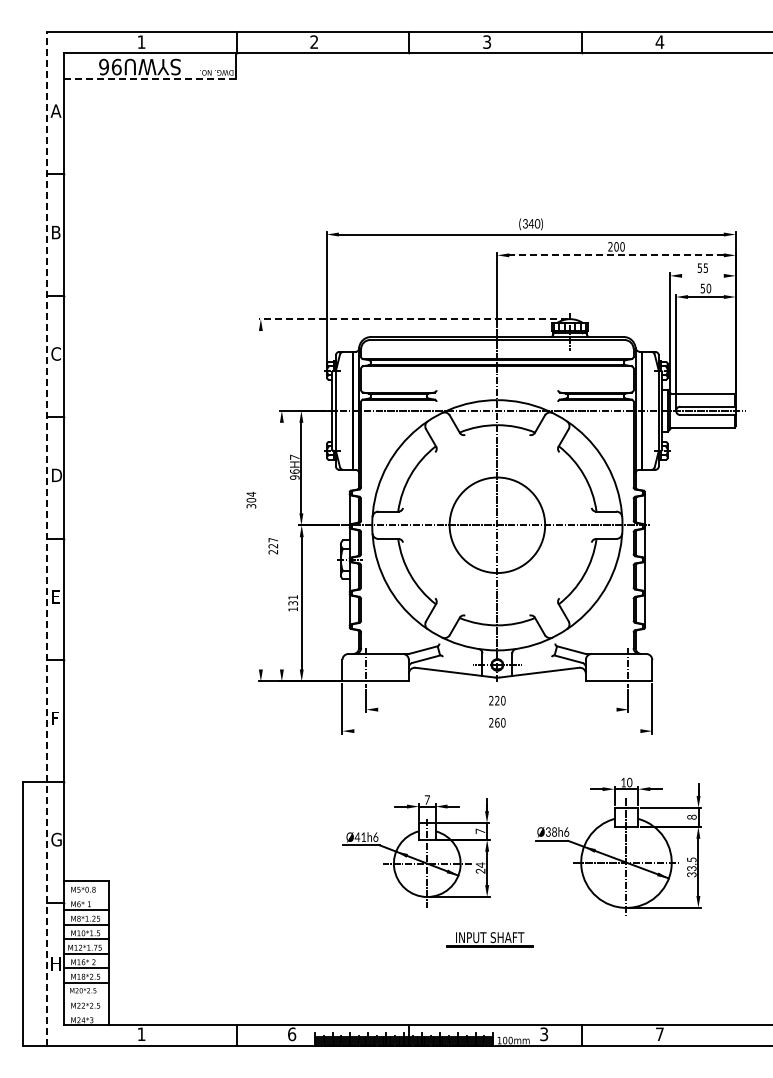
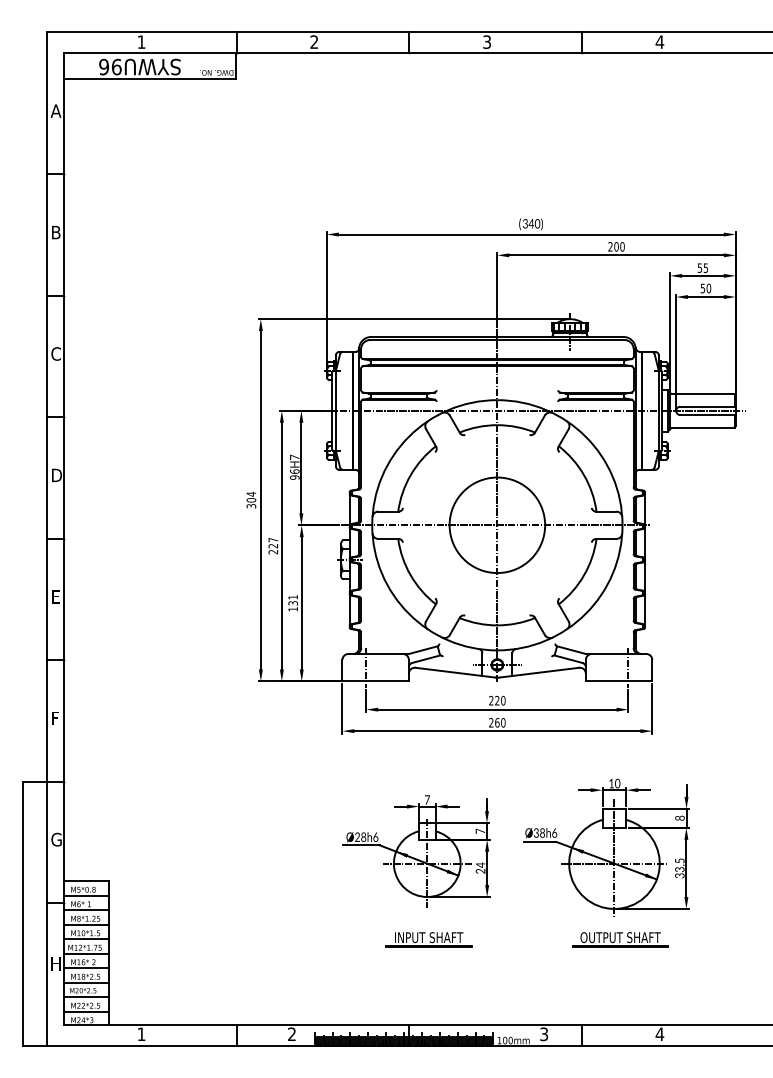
line at (149, 79): dashed -> solid
line at (616, 255): dashed -> solid
line at (702, 275): none -> present
line at (413, 319): dashed -> solid
line at (260, 500): none -> present
line at (47, 538): dashed -> solid
line at (281, 545): none -> present
line at (497, 709): none -> present
line at (497, 731): none -> present
text at (360, 836): Ø41h6 -> Ø28h6
part at (618, 846) position: (618, 846) -> (606, 847)
line at (86, 895): none -> present
part at (489, 939) position: (489, 939) -> (428, 939)
part at (620, 939): none -> present
line at (86, 997): none -> present
line at (86, 1011): none -> present
text at (659, 1033): 7 -> 4
text at (292, 1034): 6 -> 2
